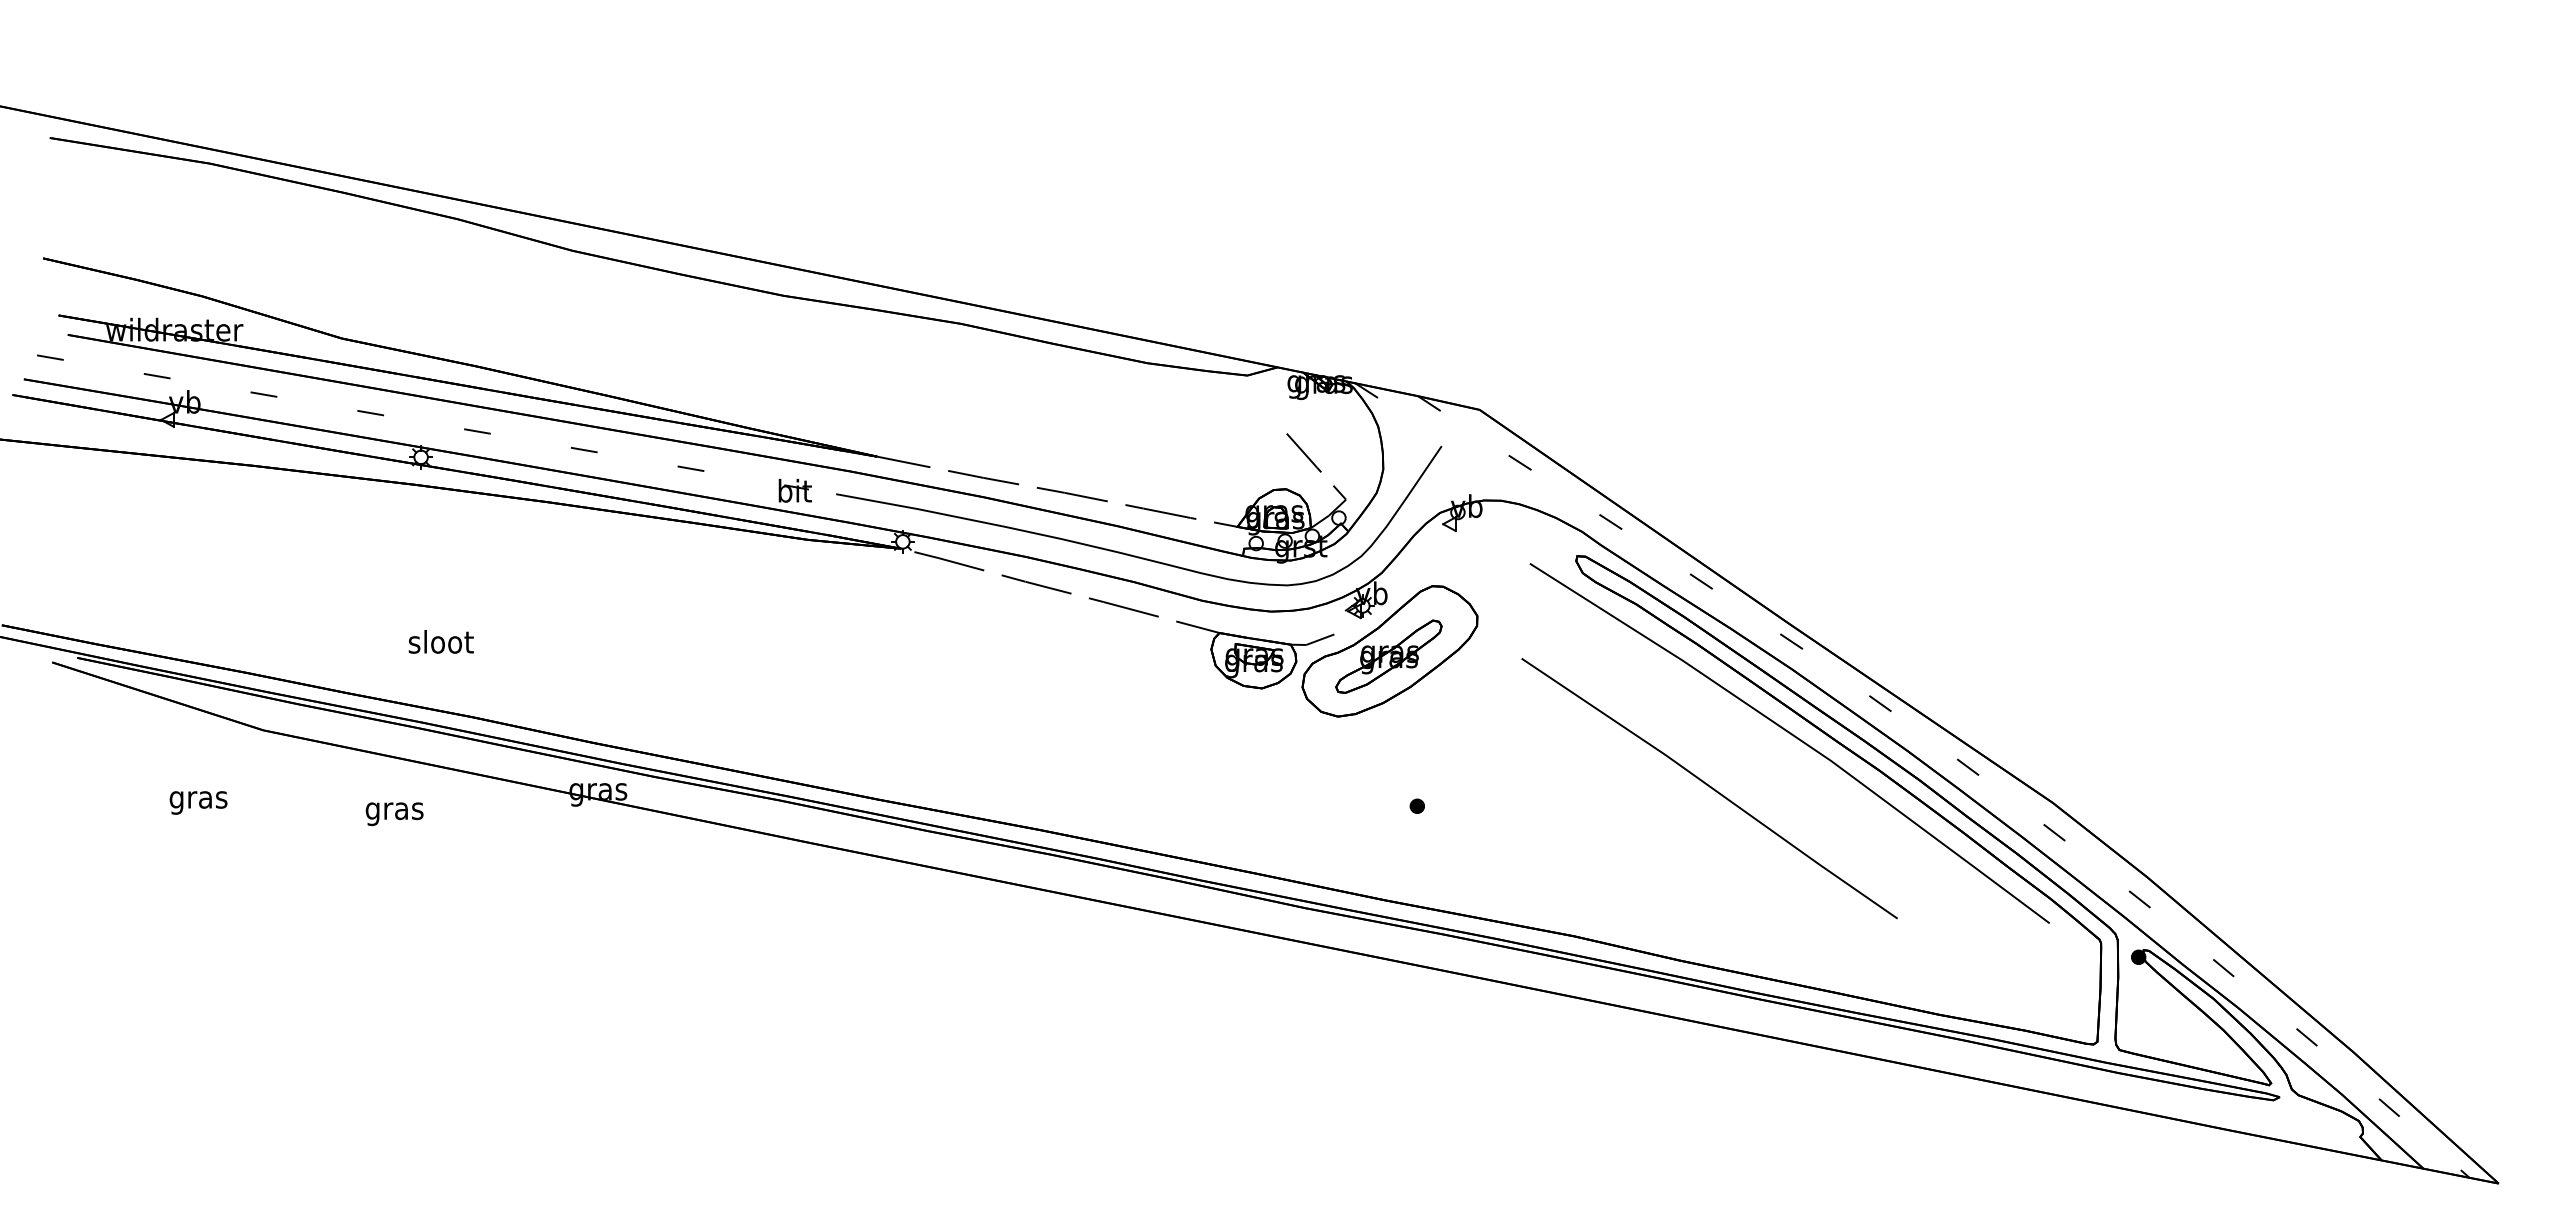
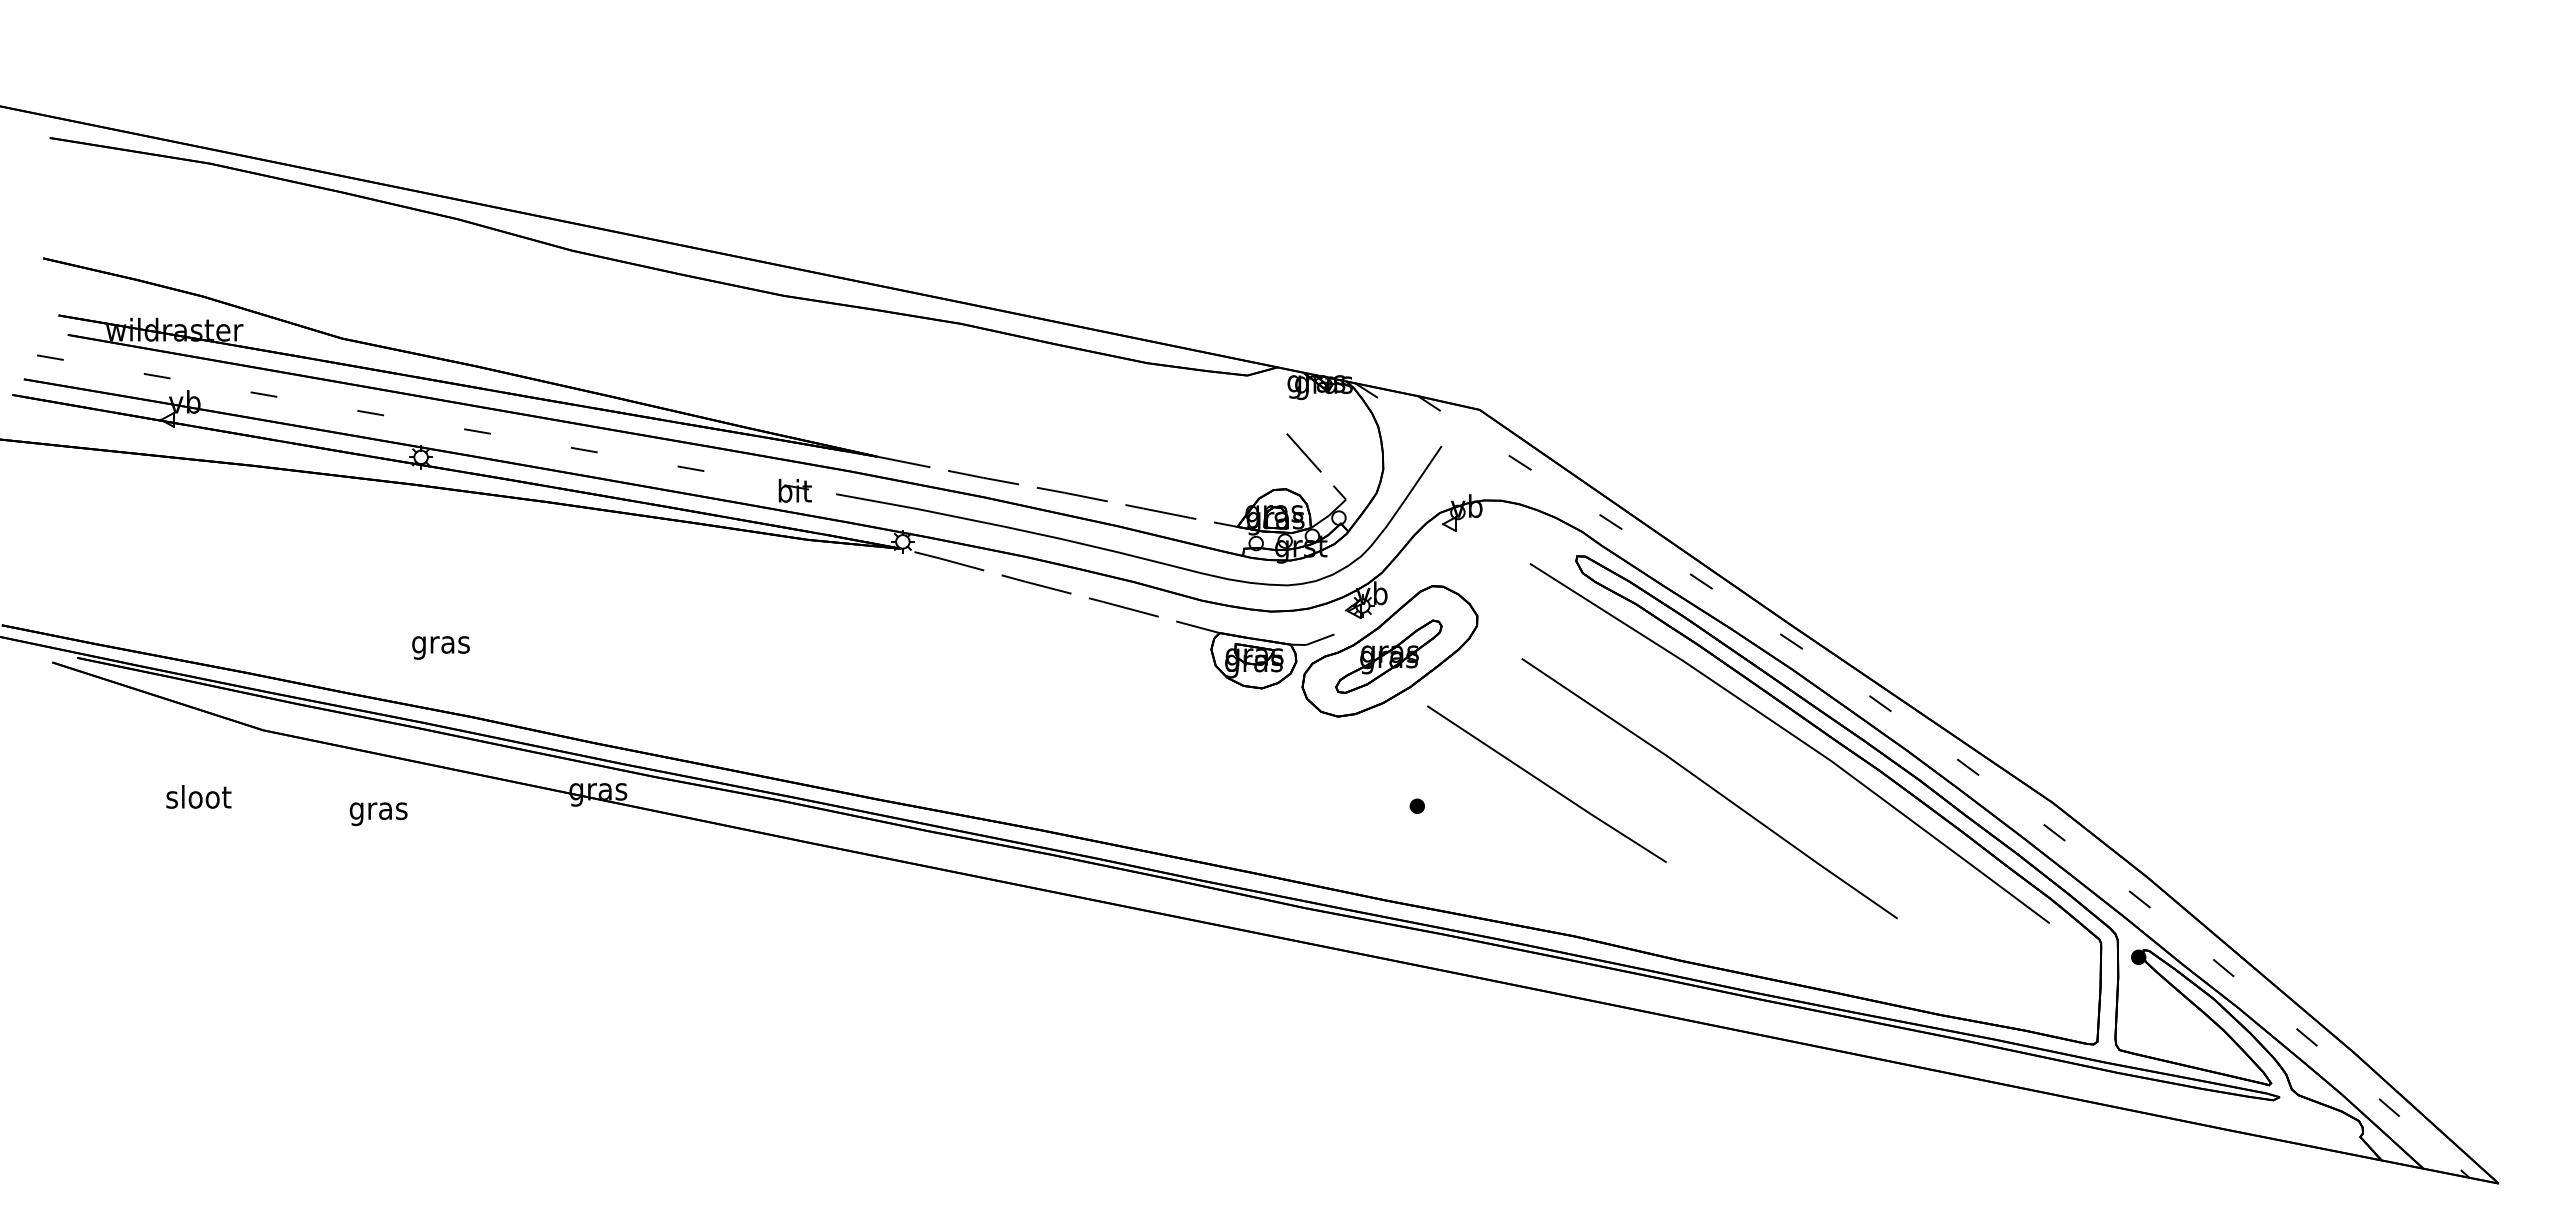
text at (440, 644): sloot -> gras
line at (1546, 783): none -> present
text at (198, 799): gras -> sloot
text at (394, 814) position: (394, 814) -> (378, 814)
